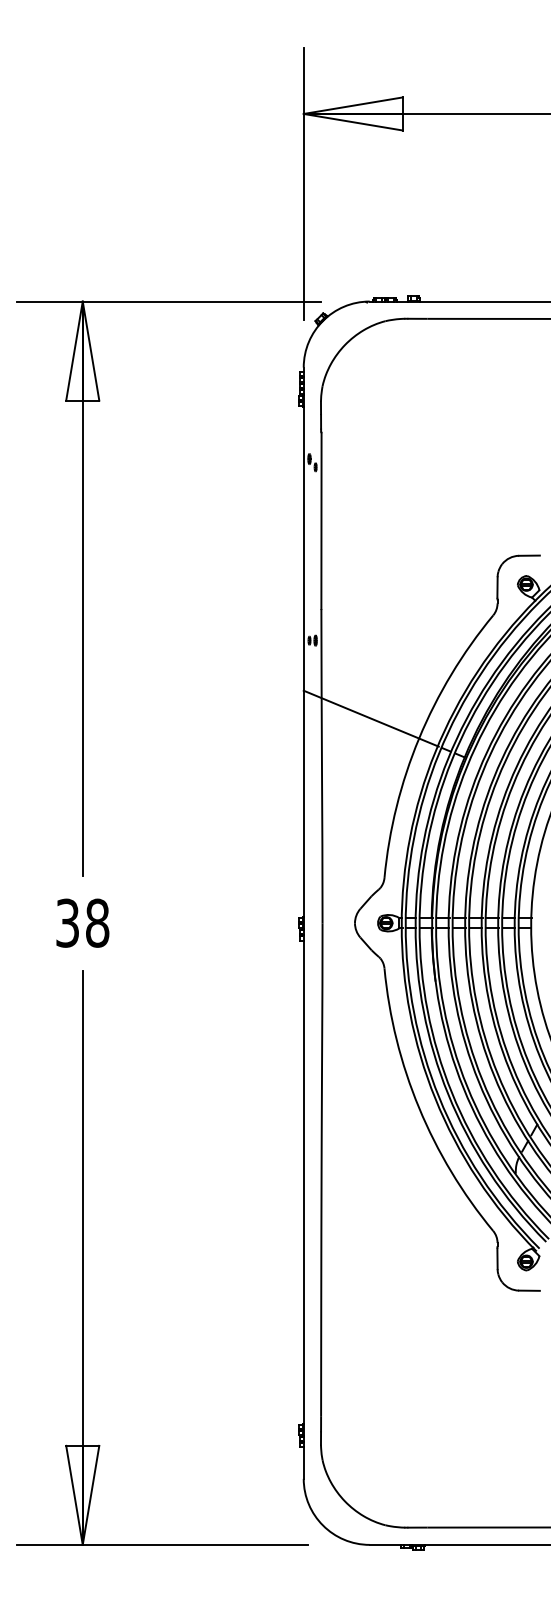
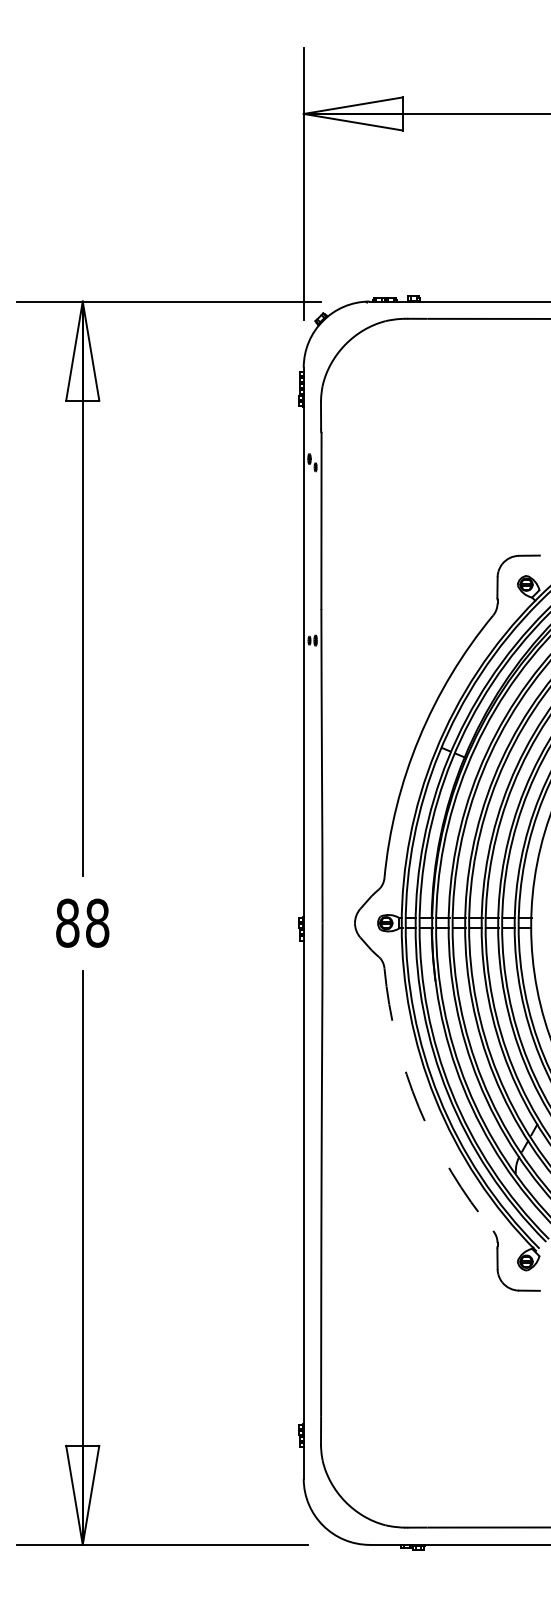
line at (370, 718): present -> none
text at (67, 922): 38 -> 88
arc at (419, 1107): solid -> dashed
